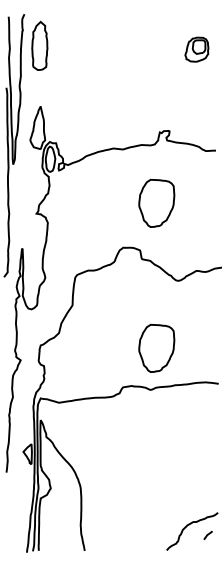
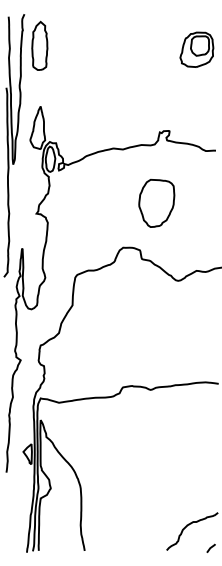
part at (196, 49) size: 26x27 px -> 36x37 px
part at (156, 348): present -> none
line at (207, 534) position: (207, 534) -> (210, 547)
